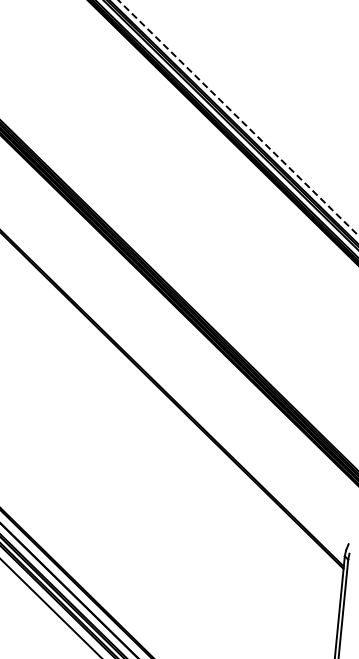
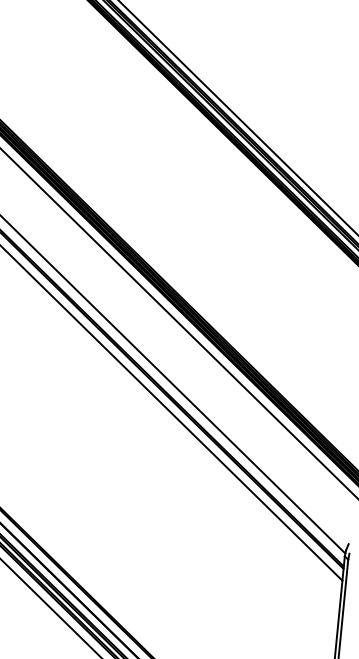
line at (239, 118): dashed -> solid
line at (178, 323): none -> present
line at (173, 385): none -> present
line at (172, 413): none -> present
